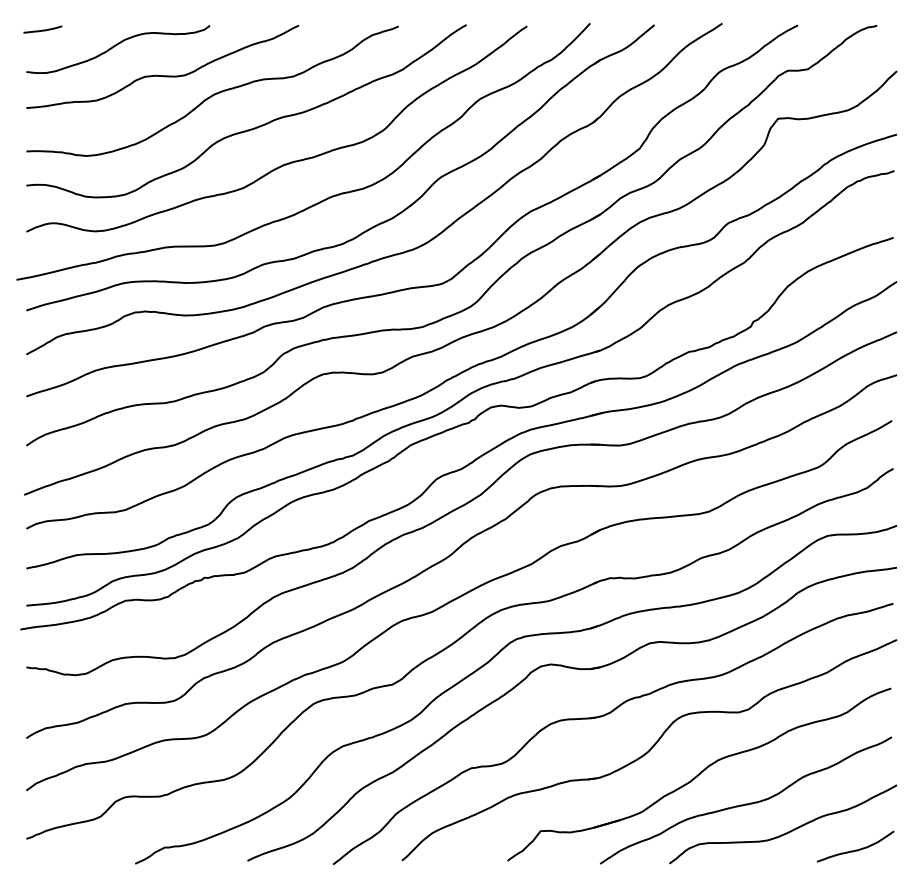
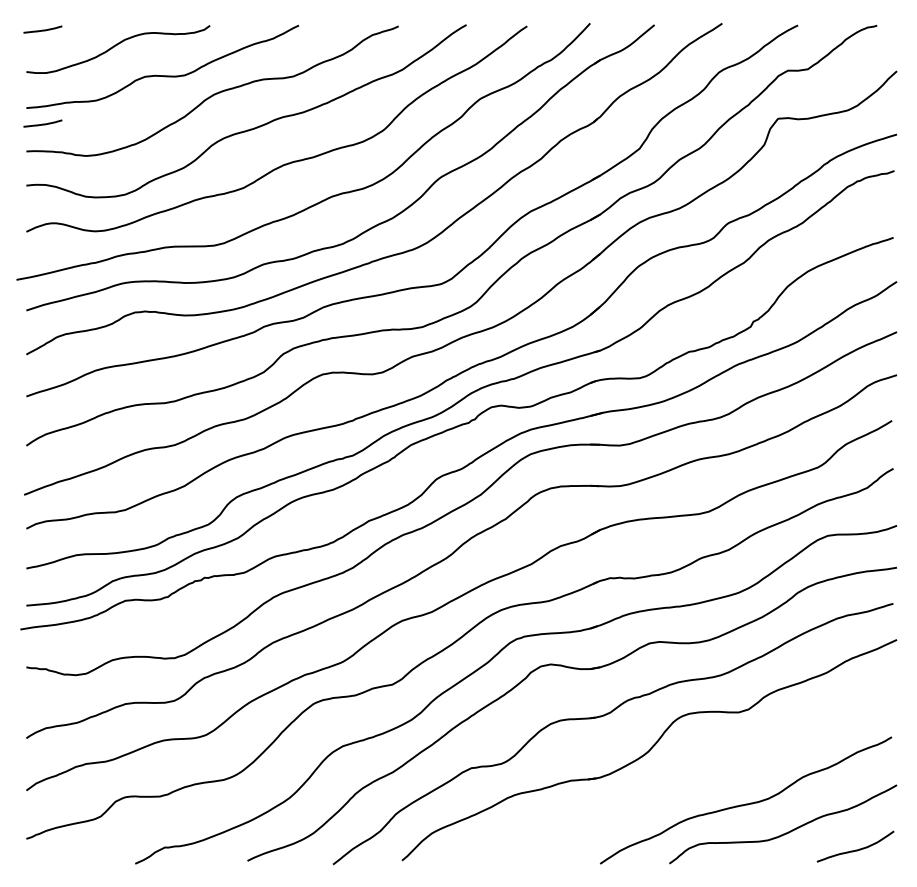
curve at (42, 123): none -> present
part at (699, 774): present -> none
